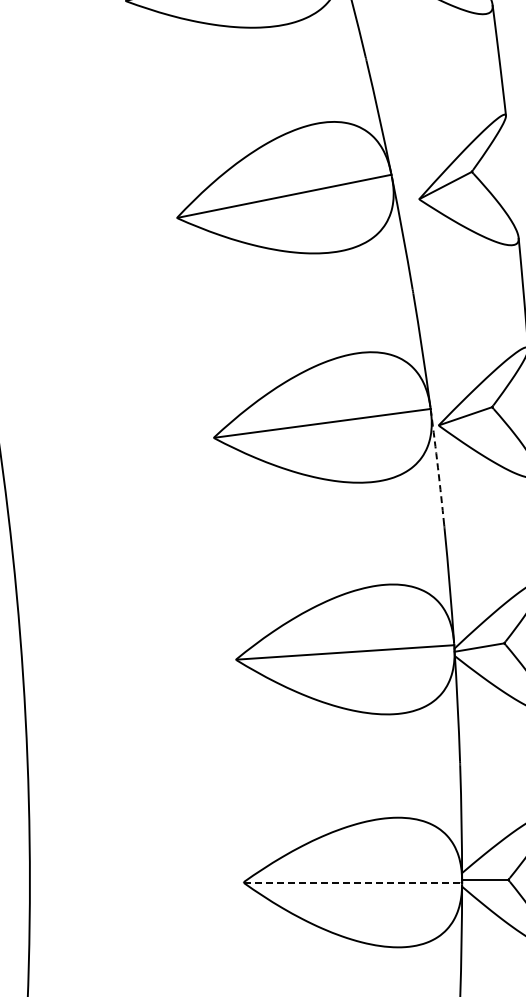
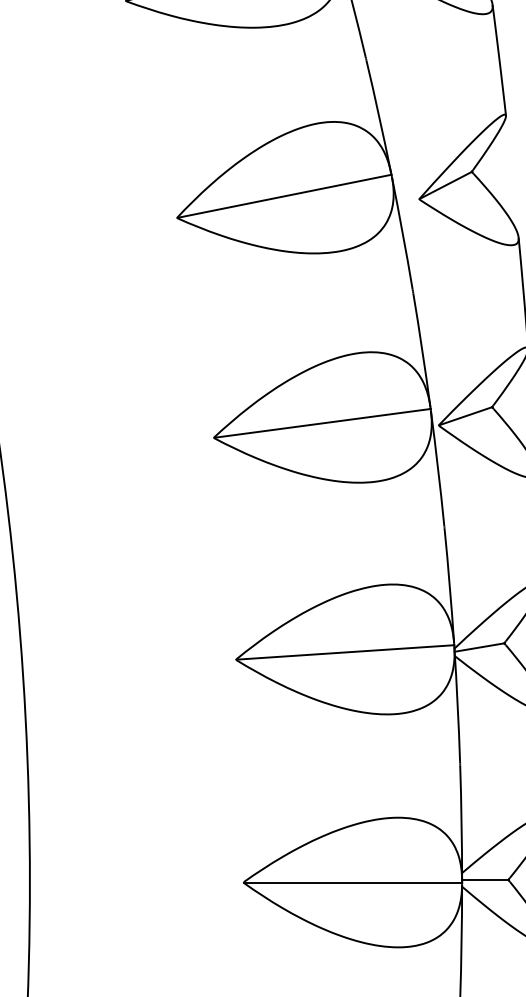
arc at (438, 467): dashed -> solid
line at (352, 882): dashed -> solid
